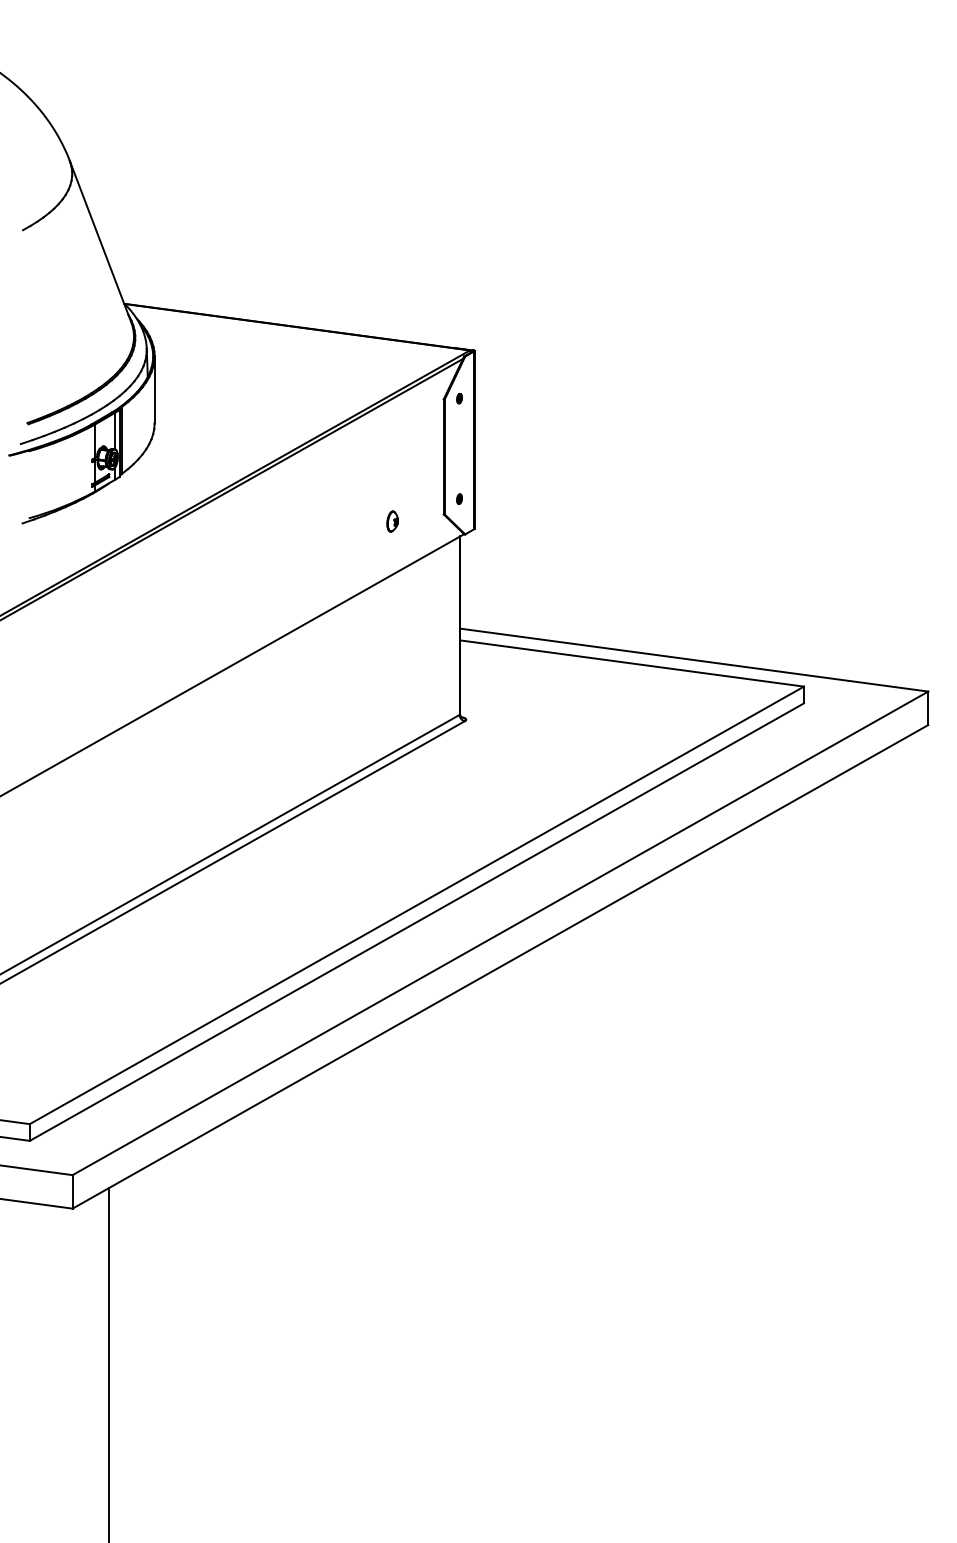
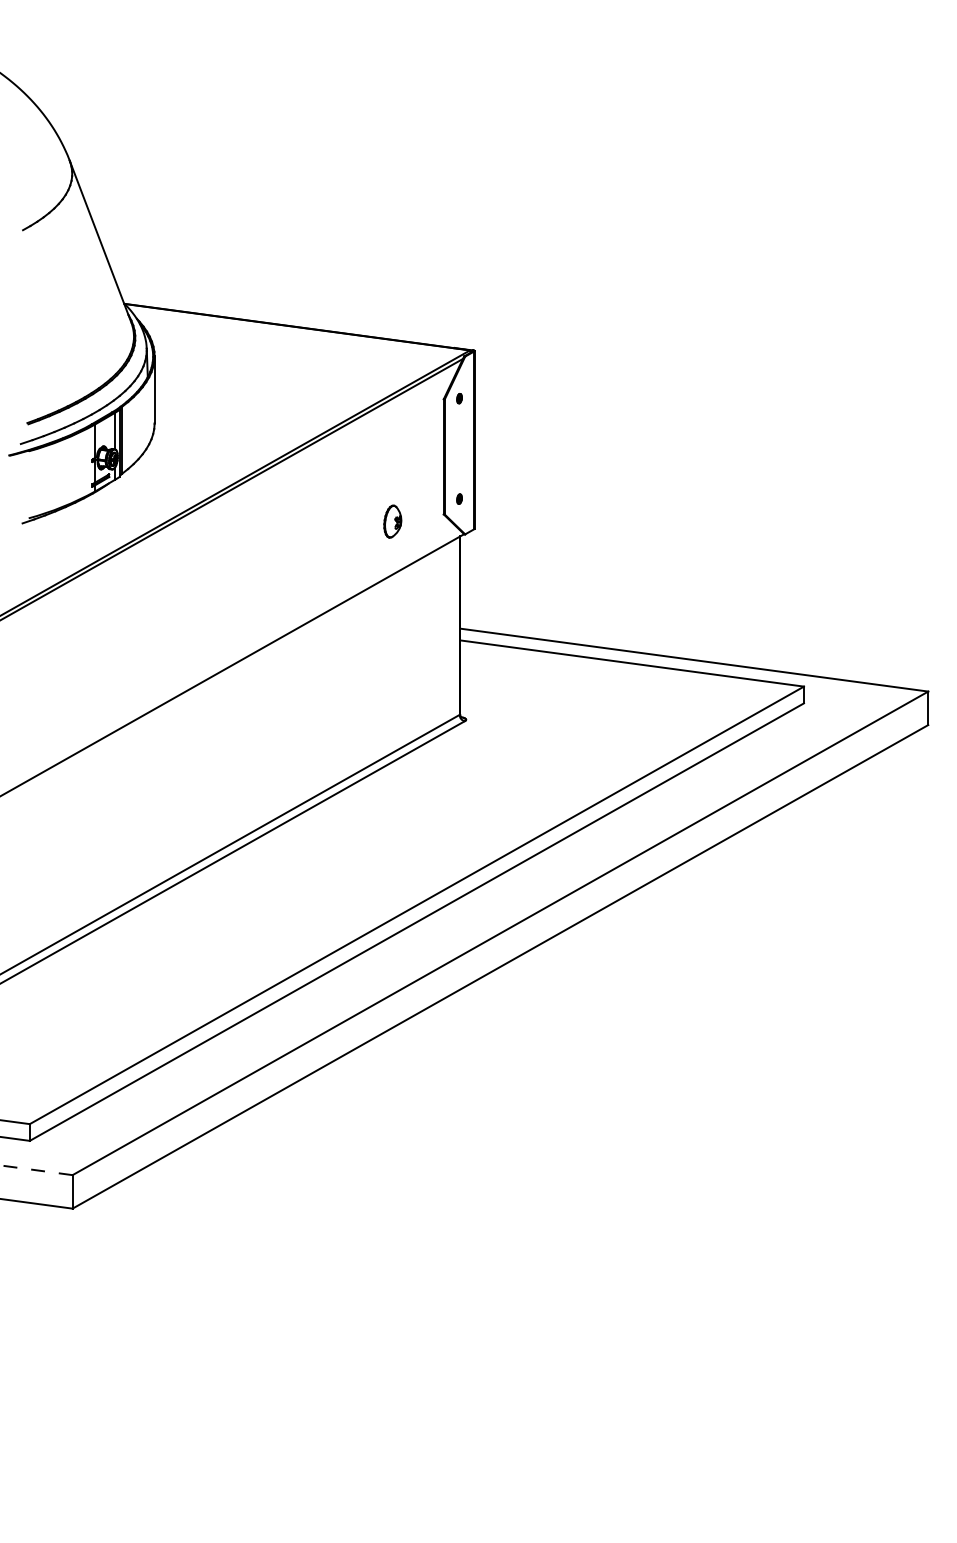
part at (392, 521) size: 13x23 px -> 20x35 px
line at (35, 1170): solid -> dashed
line at (108, 1363): present -> none
